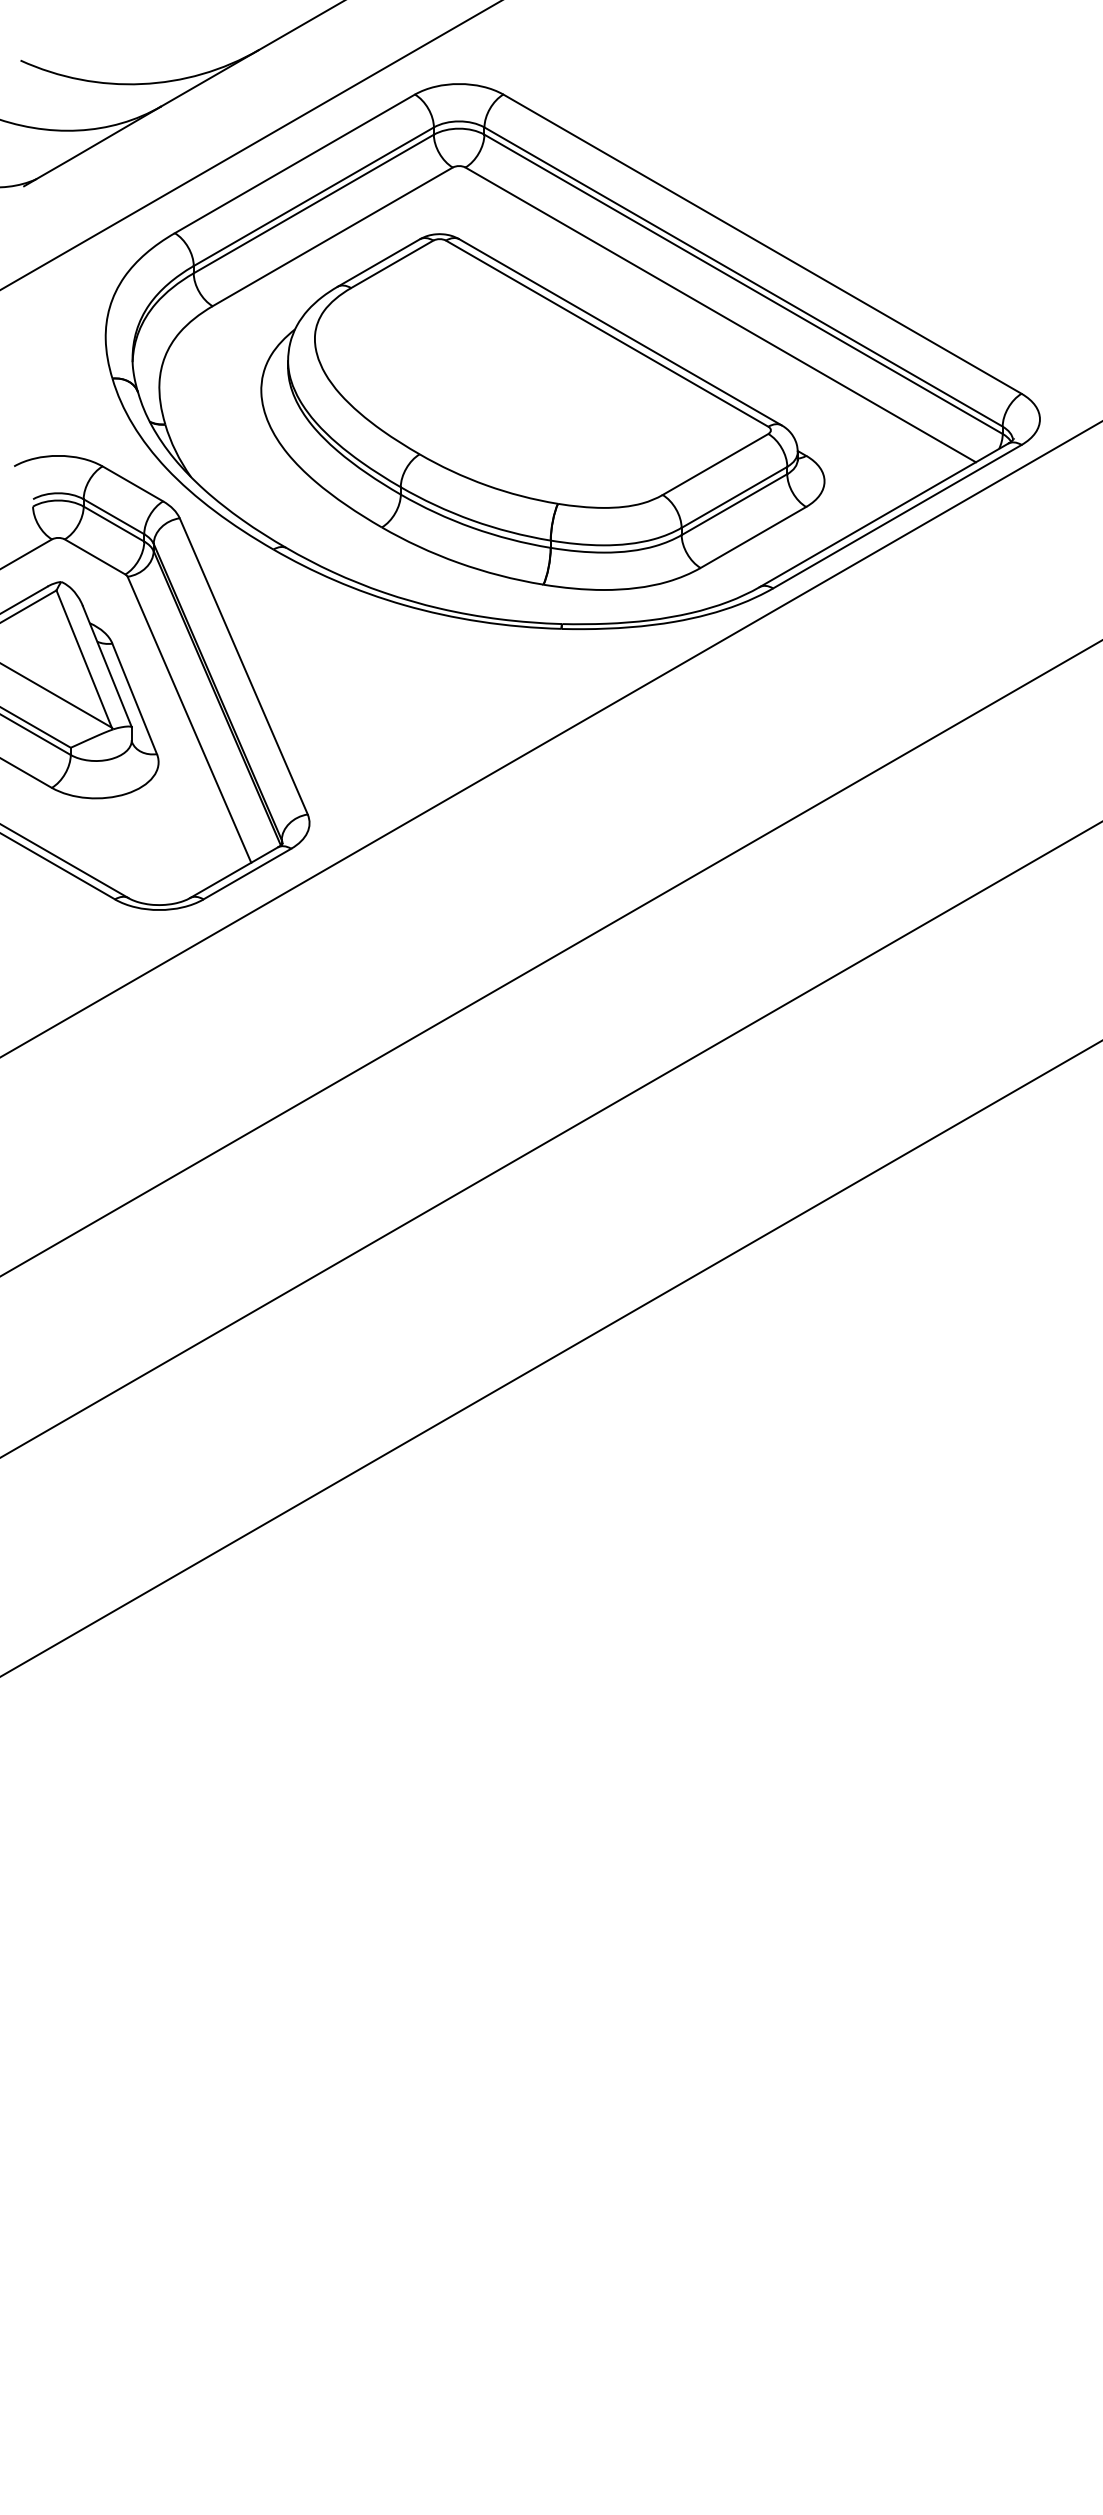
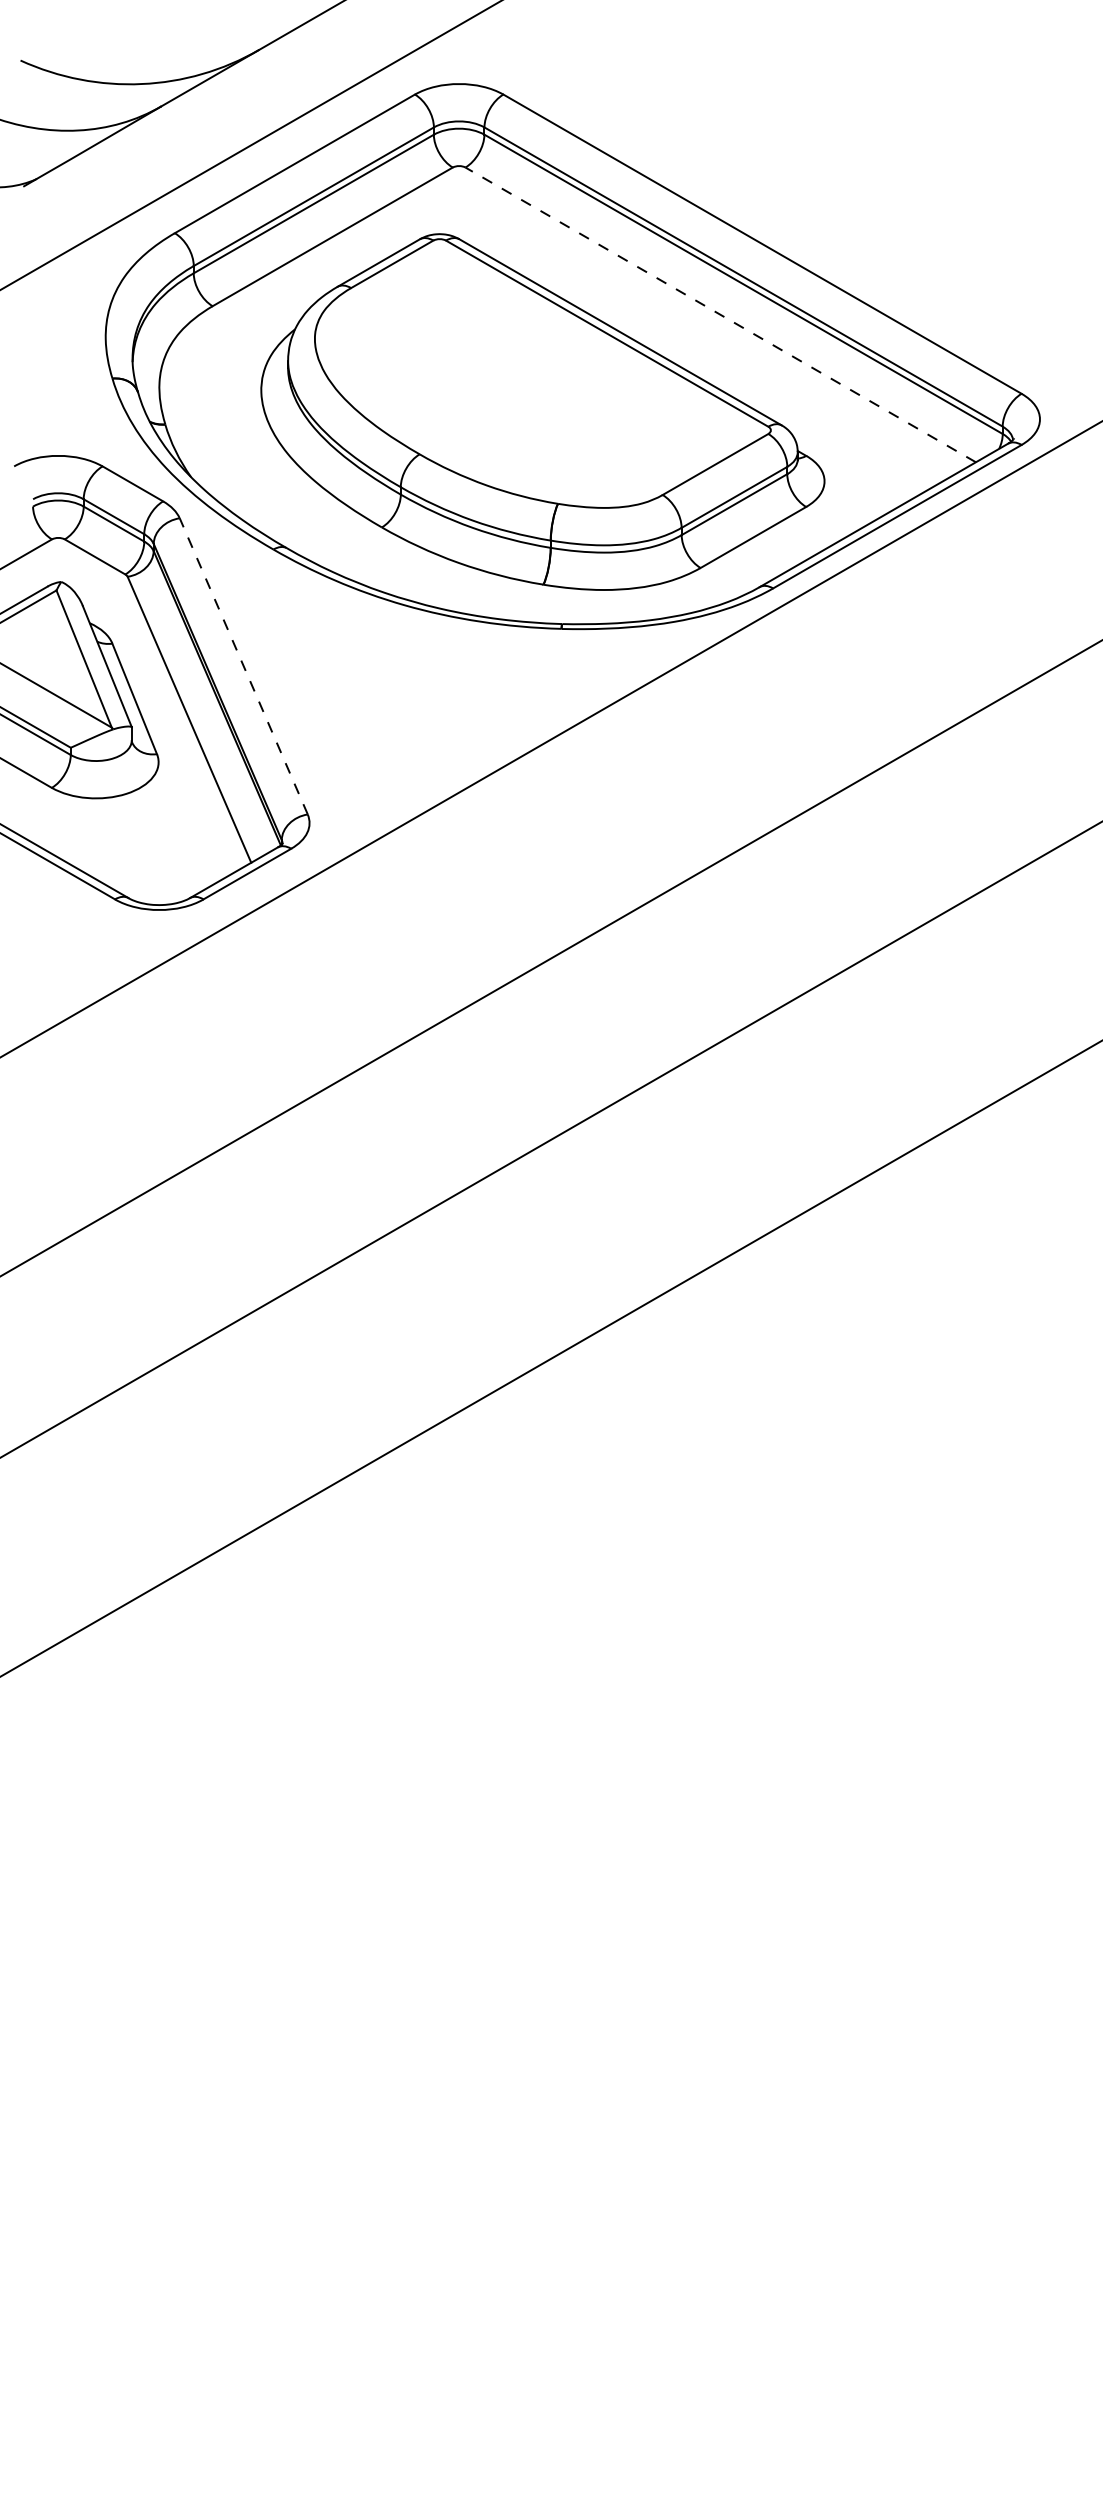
line at (720, 314): solid -> dashed
line at (243, 665): solid -> dashed
